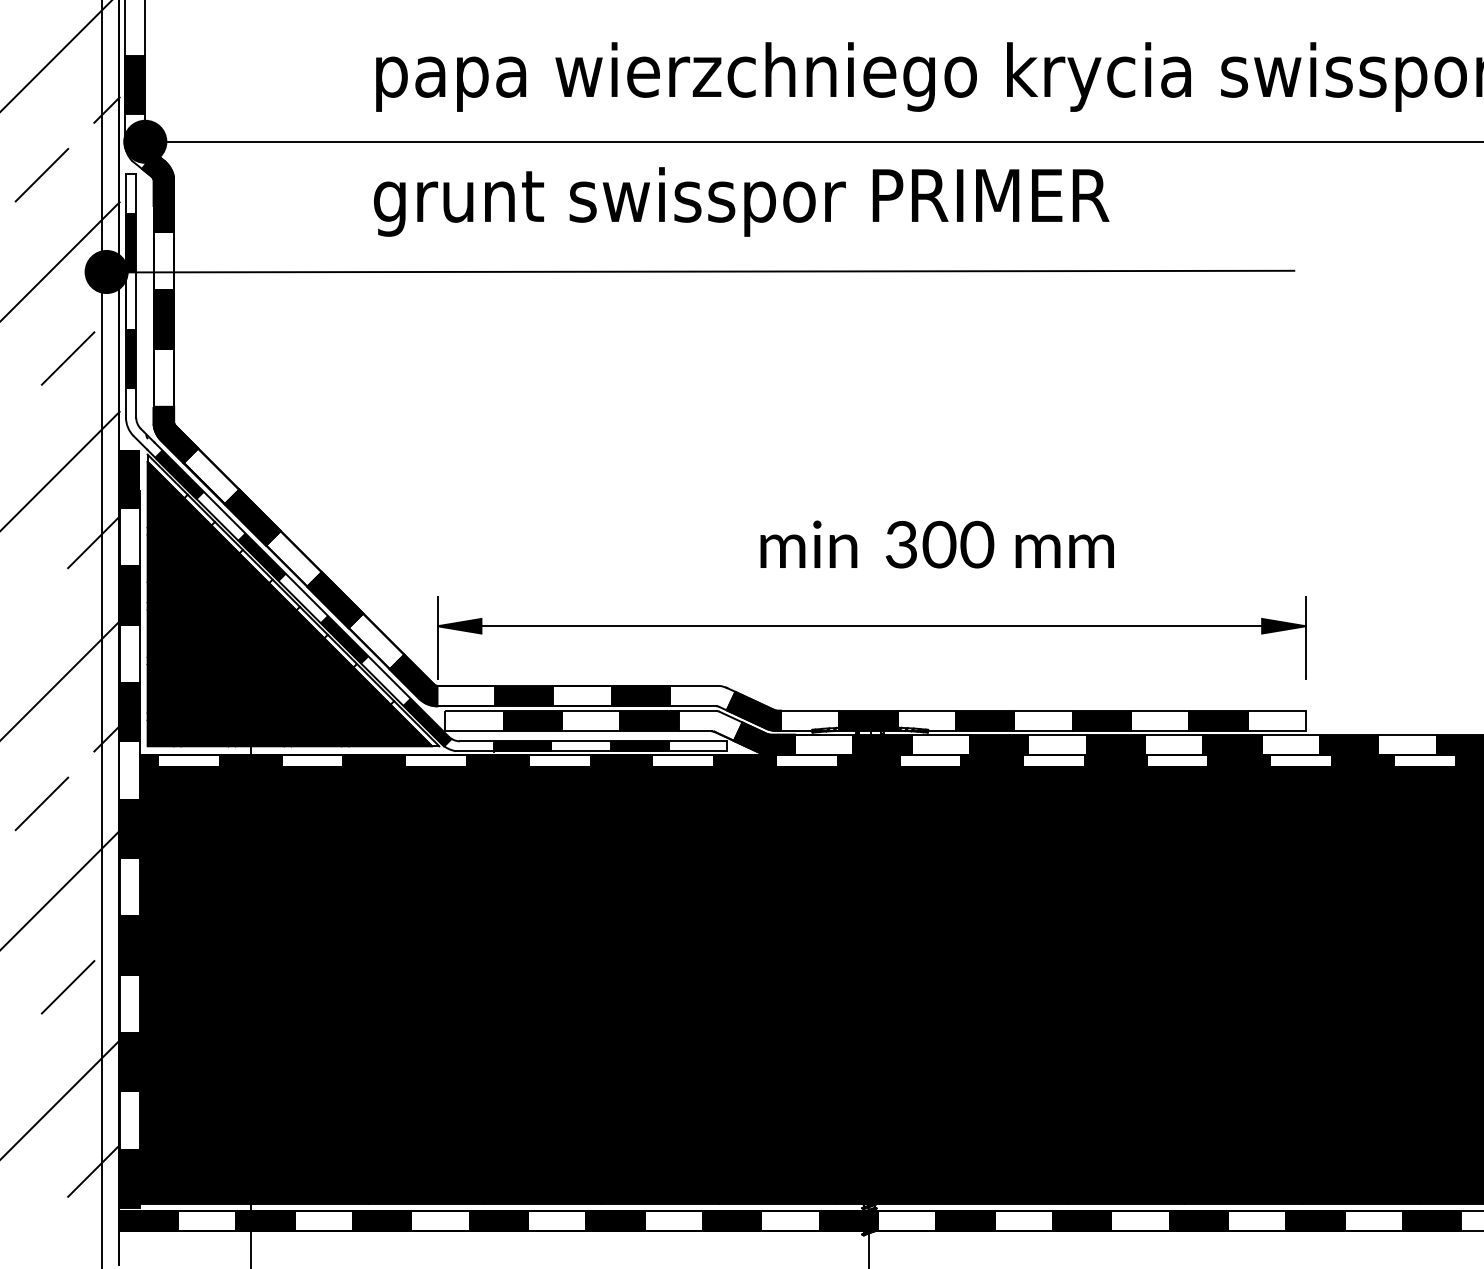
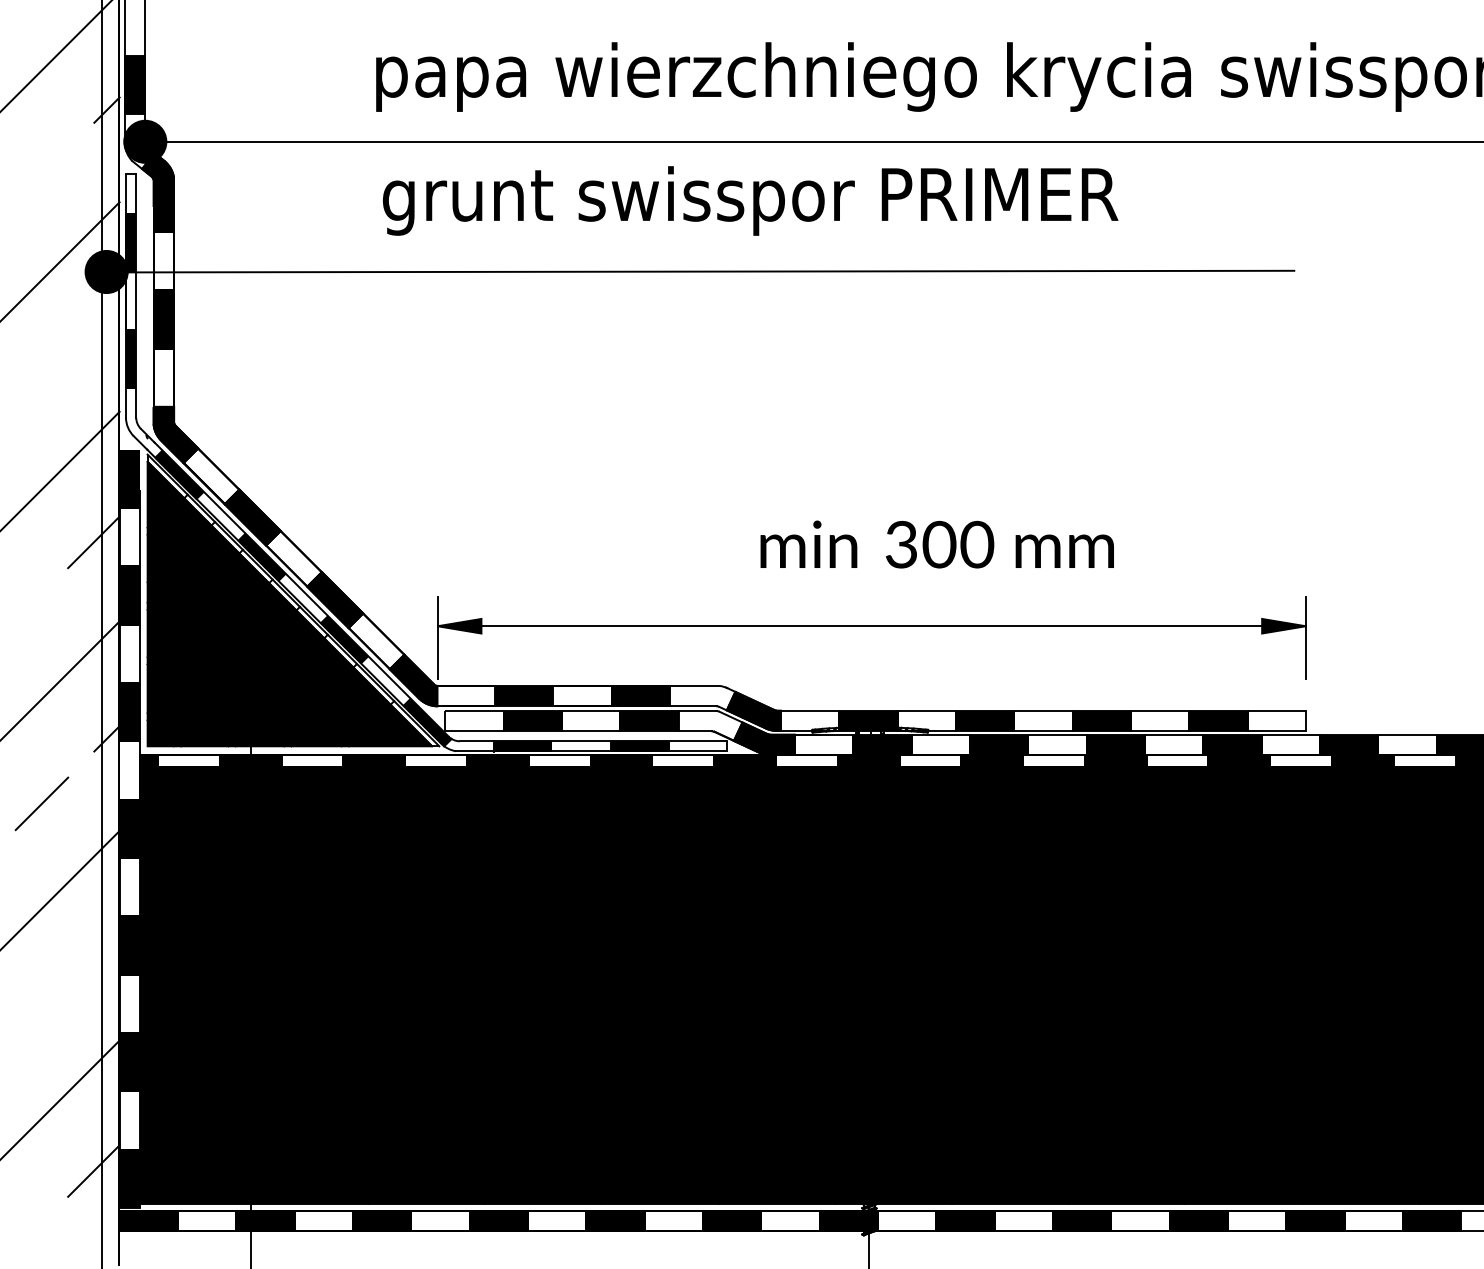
line at (41, 175): present -> none
text at (741, 201) position: (741, 201) -> (750, 200)
line at (67, 358): present -> none
line at (67, 987): present -> none
